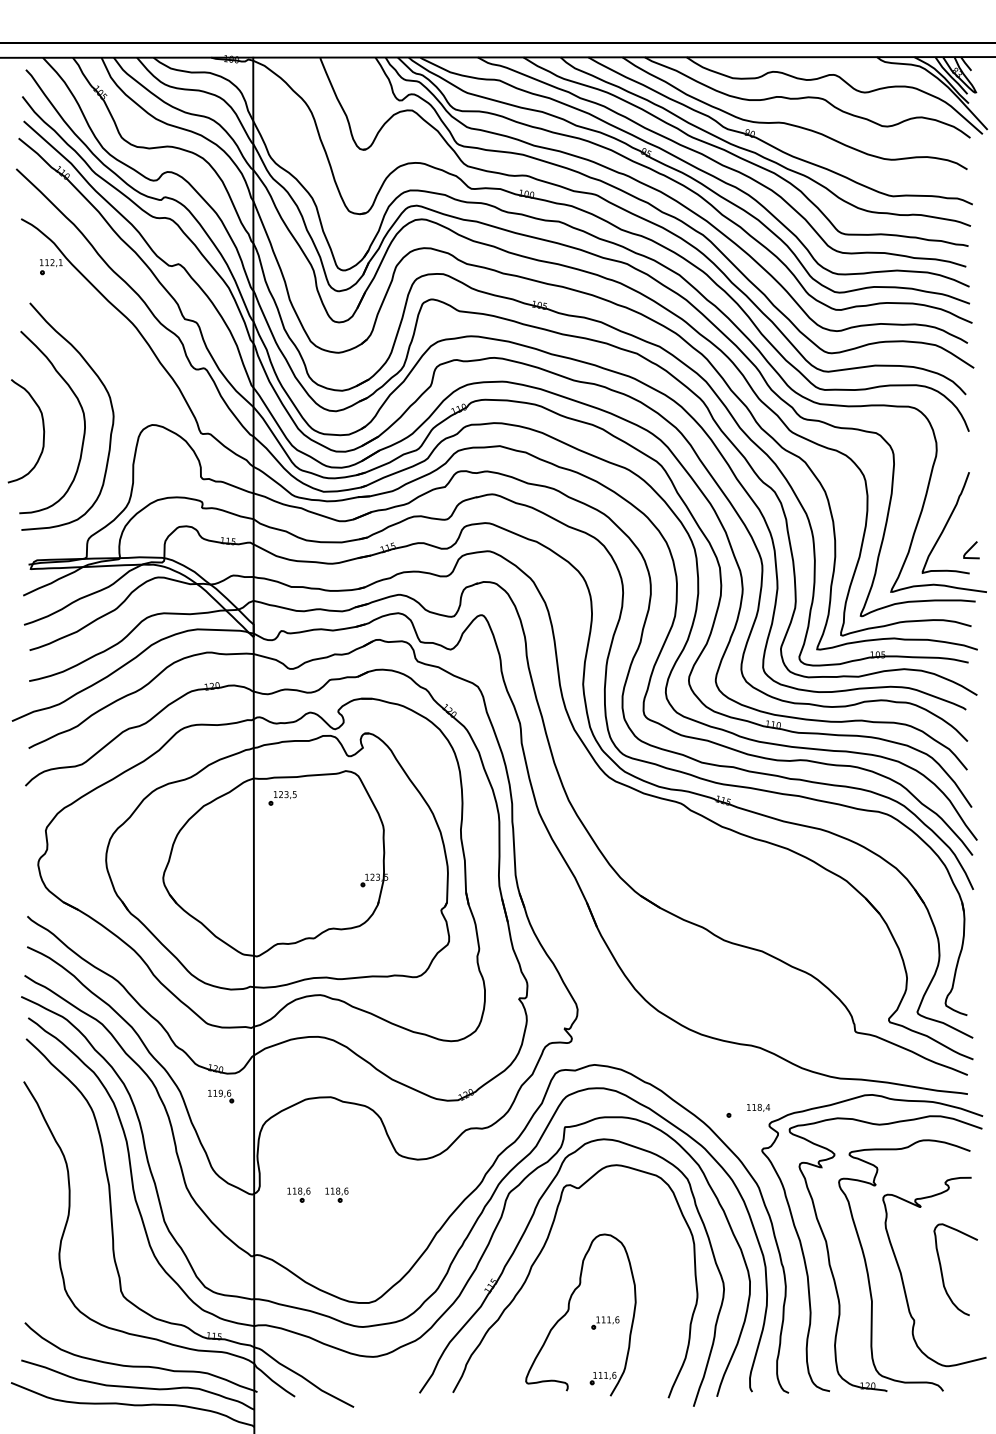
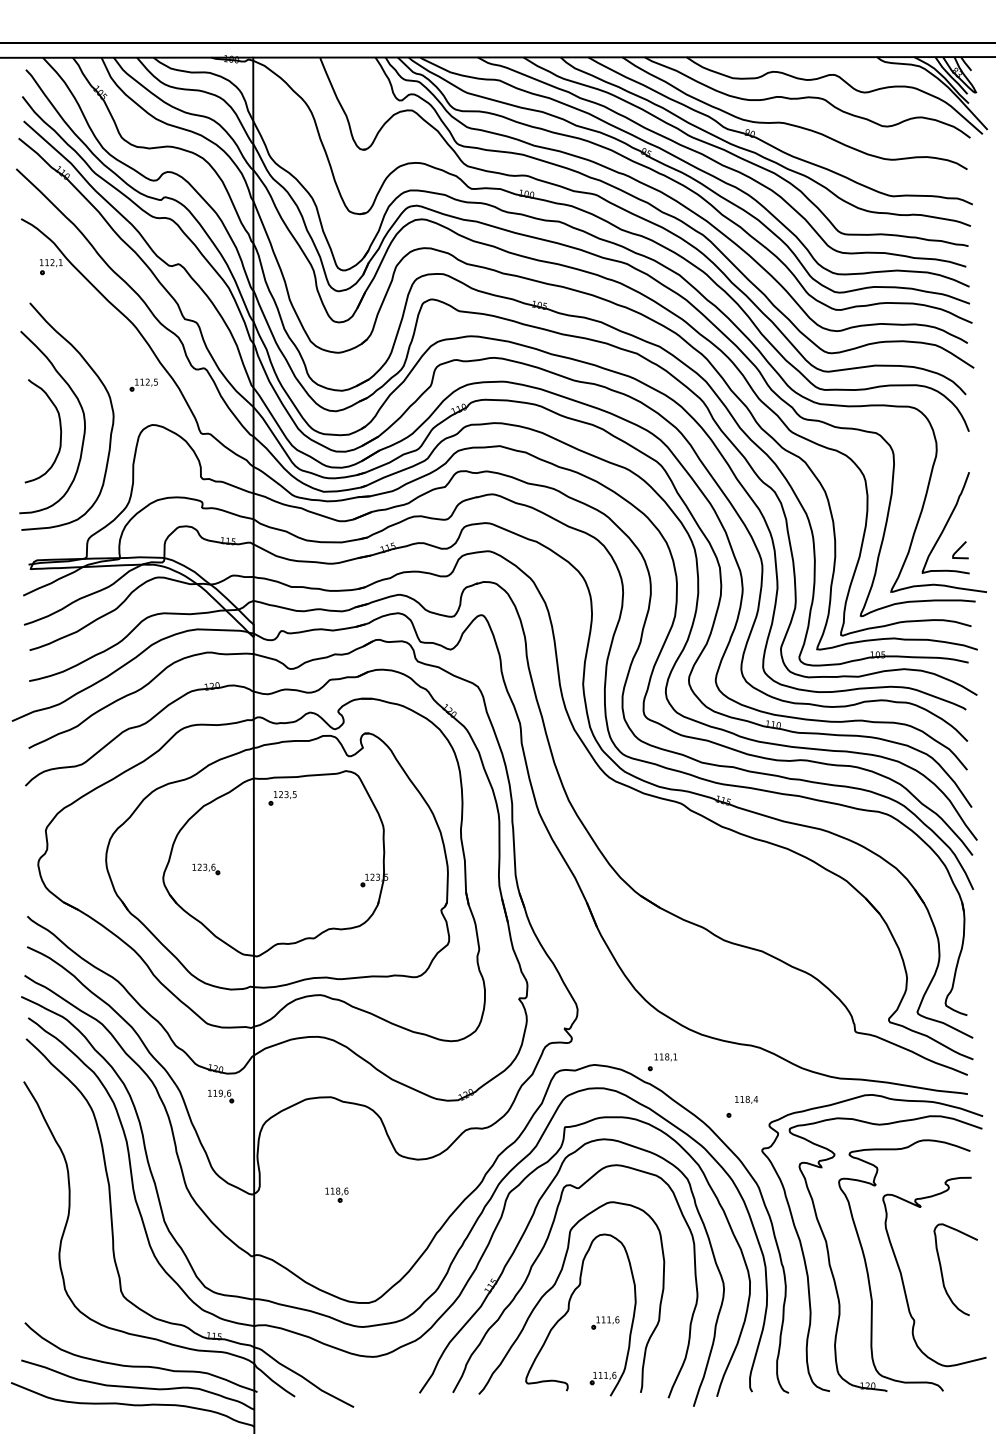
part at (143, 384): none -> present
curve at (42, 427) position: (42, 427) -> (59, 427)
line at (970, 550) position: (970, 550) -> (959, 550)
part at (206, 869): none -> present
part at (662, 1062): none -> present
text at (758, 1107) position: (758, 1107) -> (746, 1099)
part at (298, 1194): present -> none
curve at (554, 1286): none -> present
